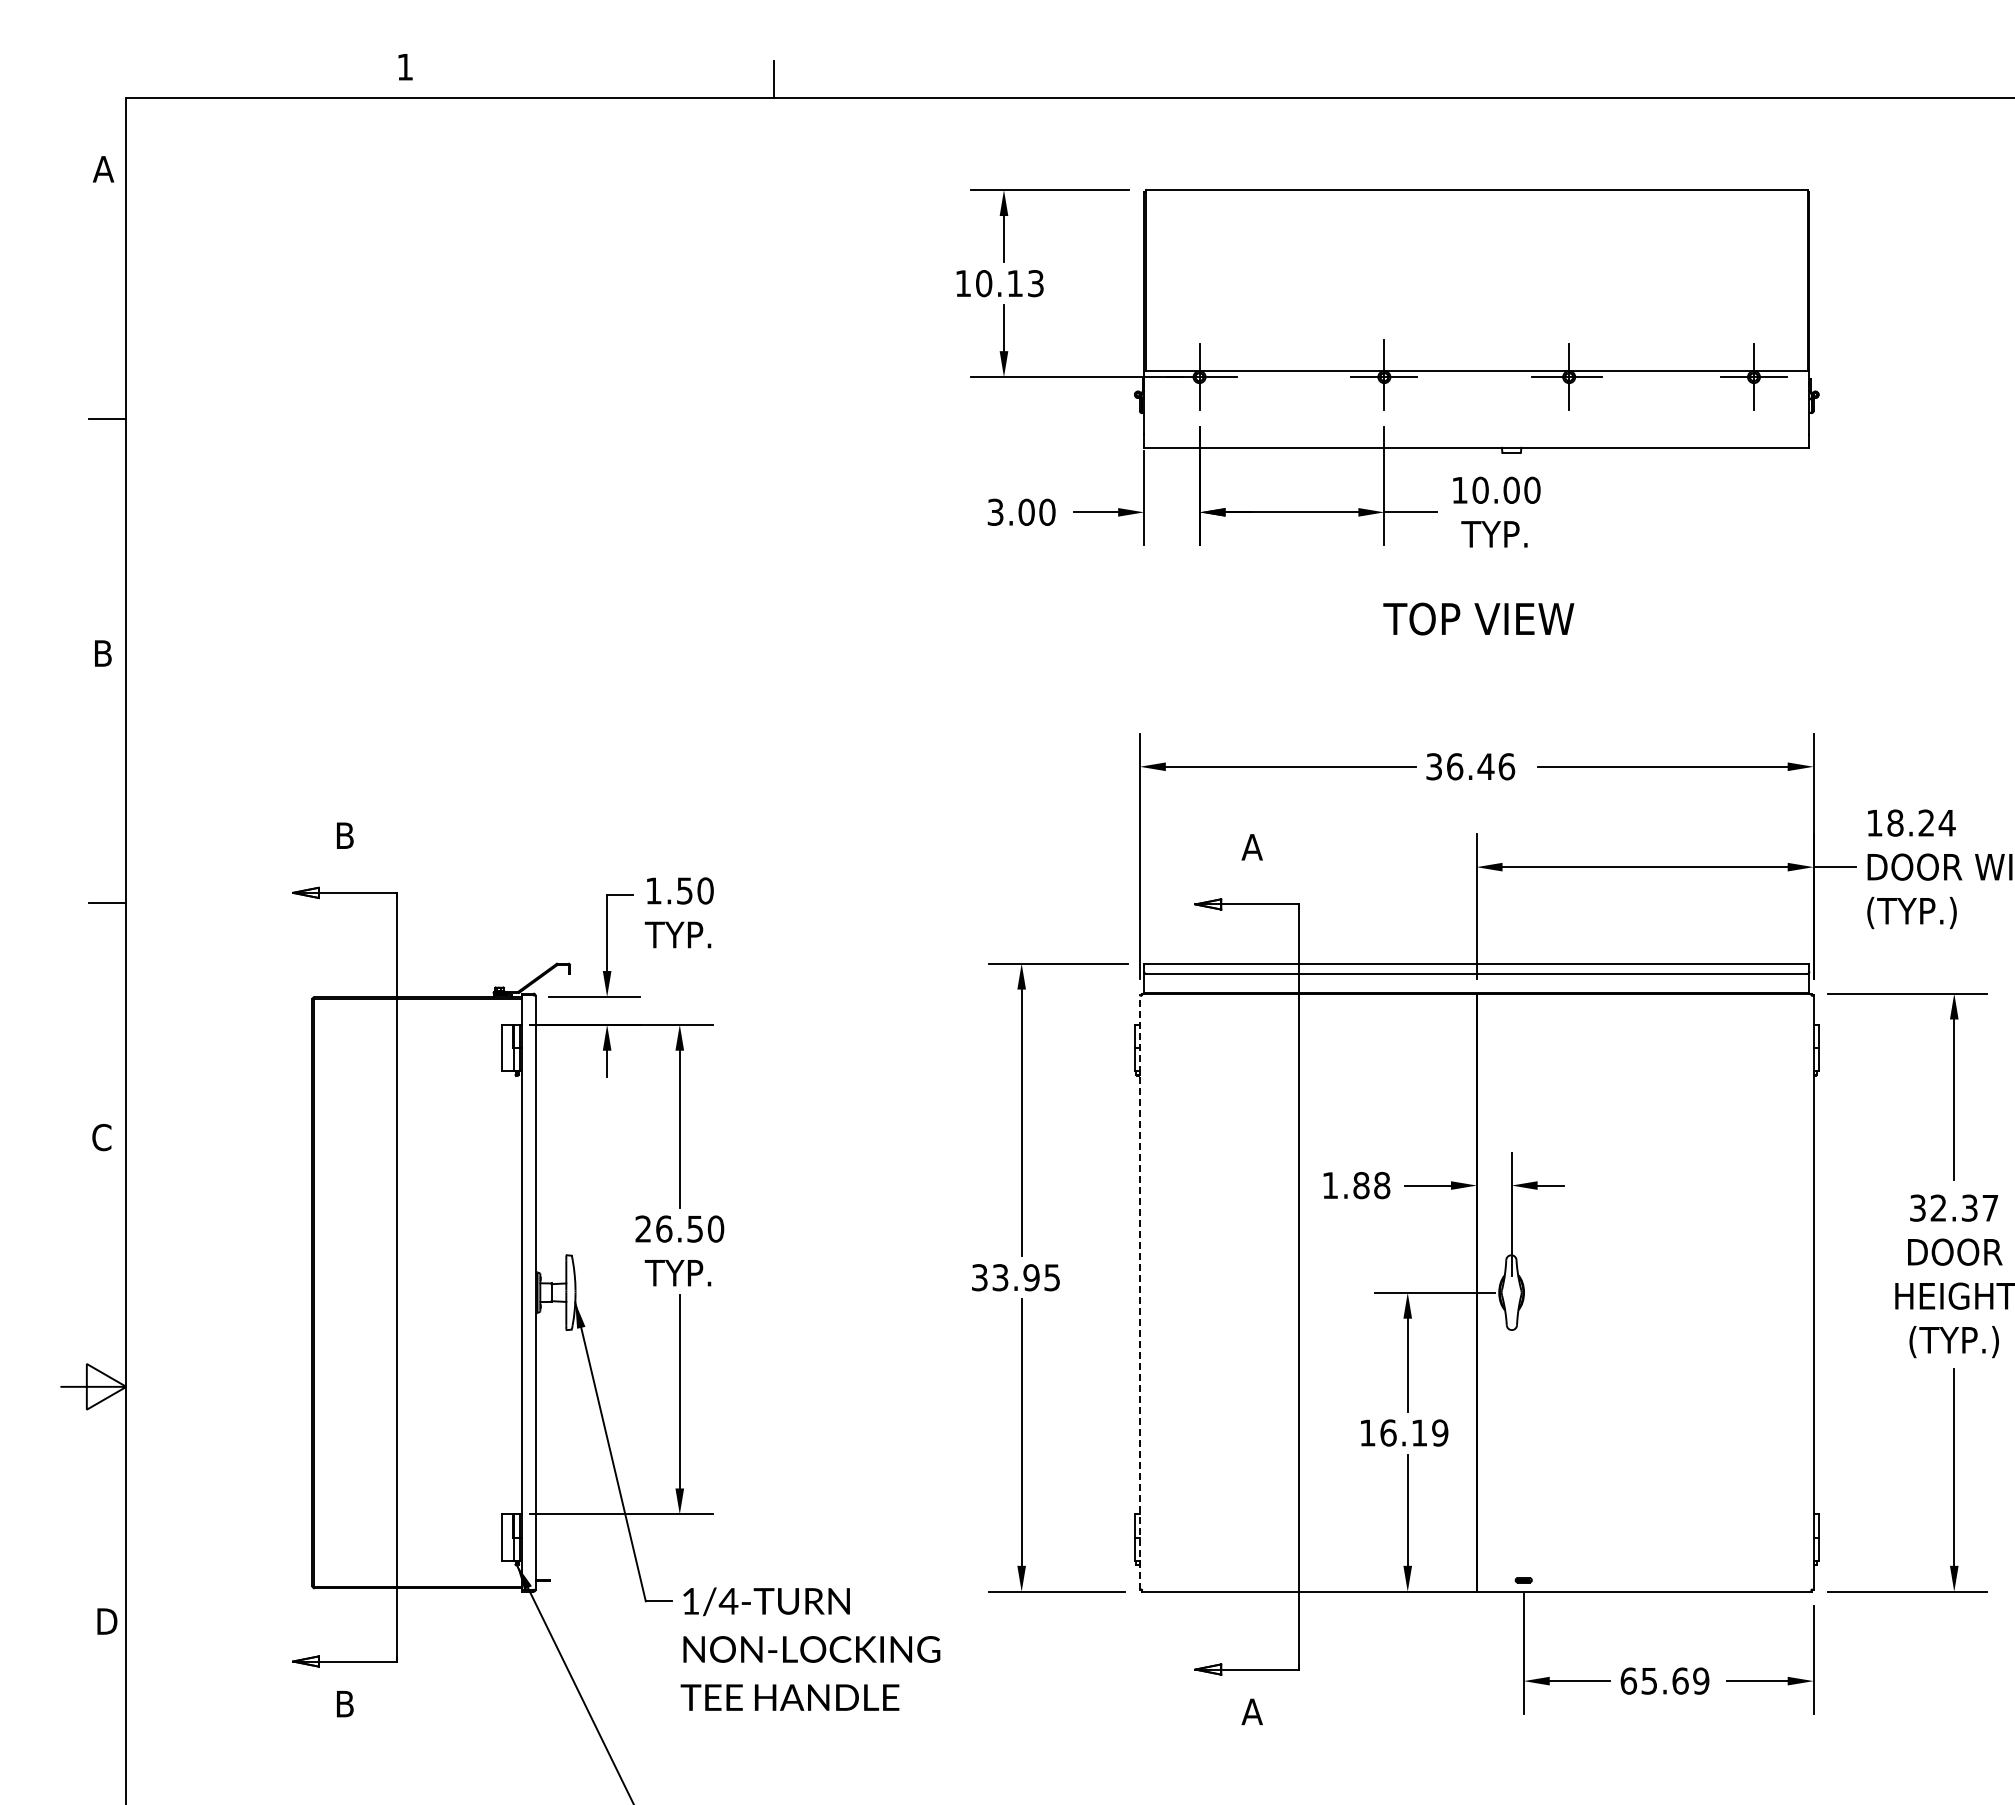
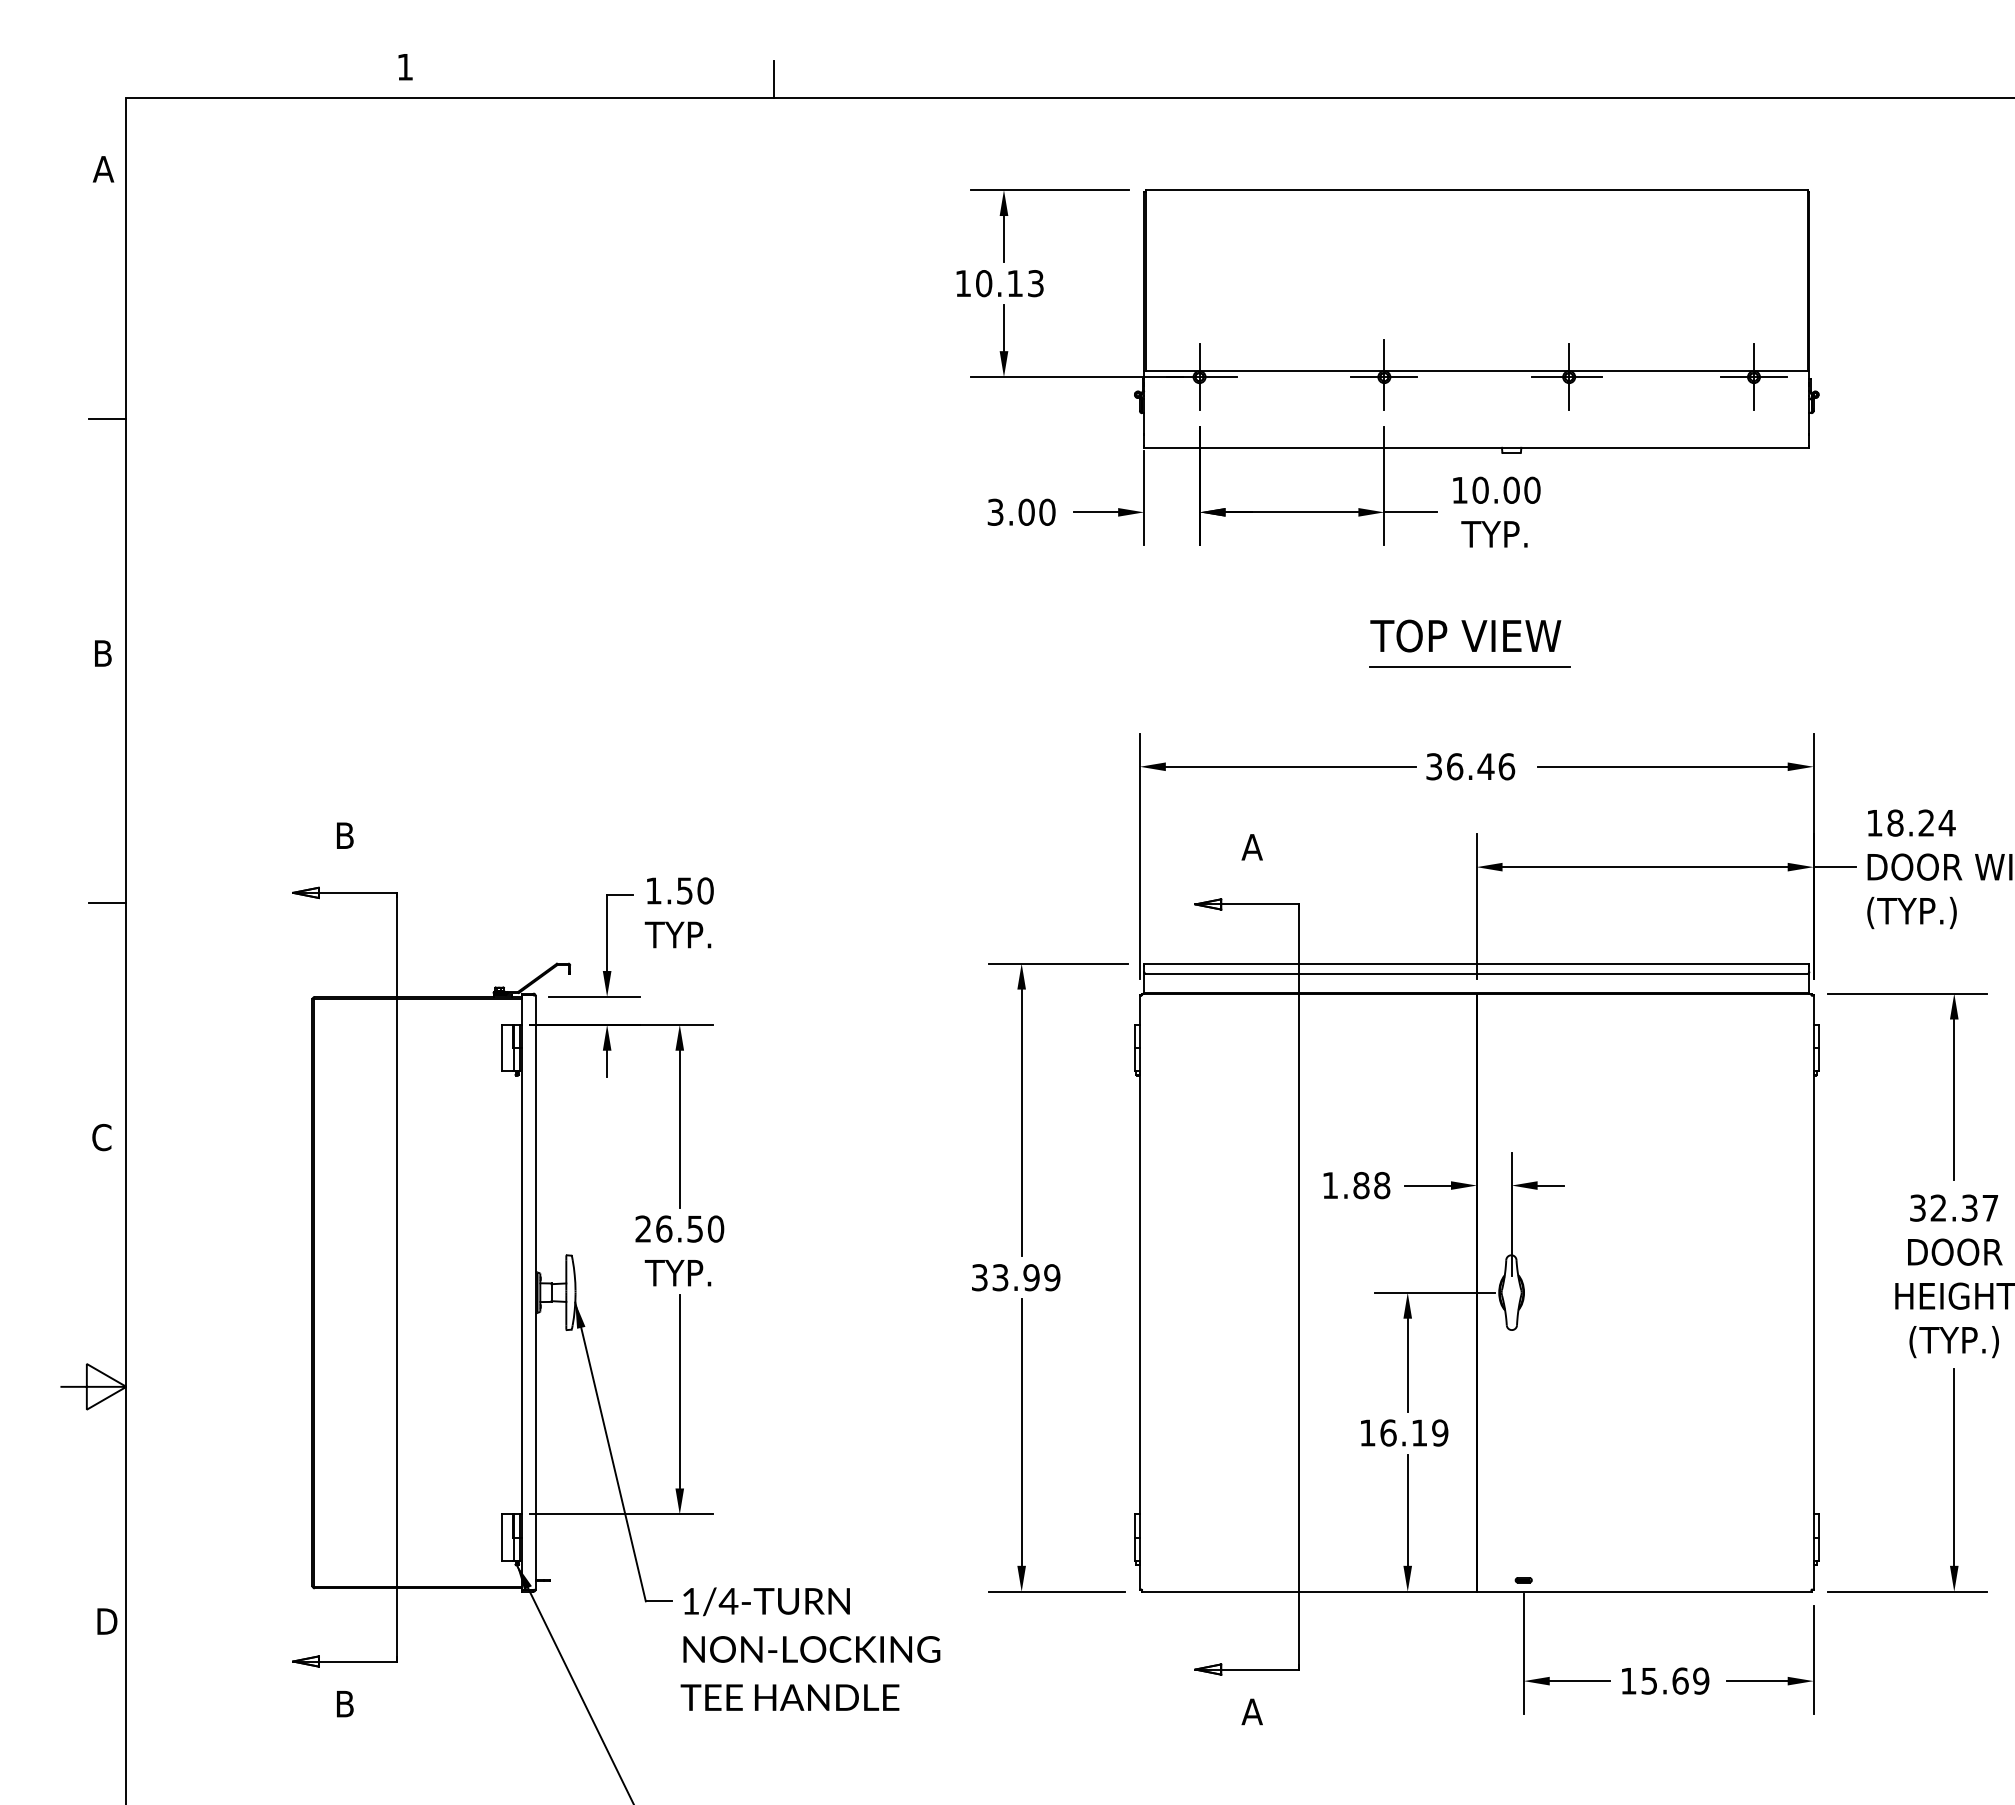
text at (1478, 618) position: (1478, 618) -> (1465, 635)
line at (1470, 667): none -> present
text at (1052, 1277): 33.95 -> 33.99
line at (1139, 1292): dashed -> solid
text at (1628, 1680): 65.69 -> 15.69
